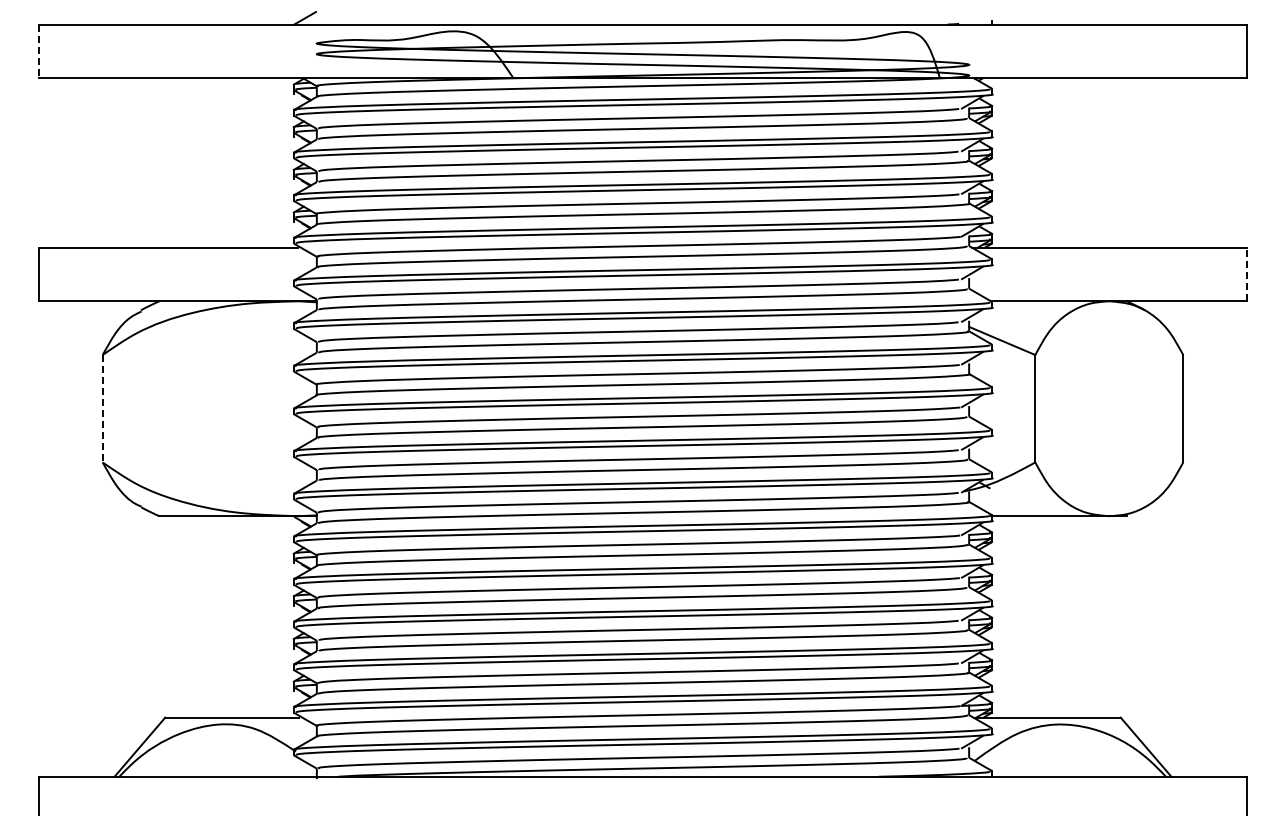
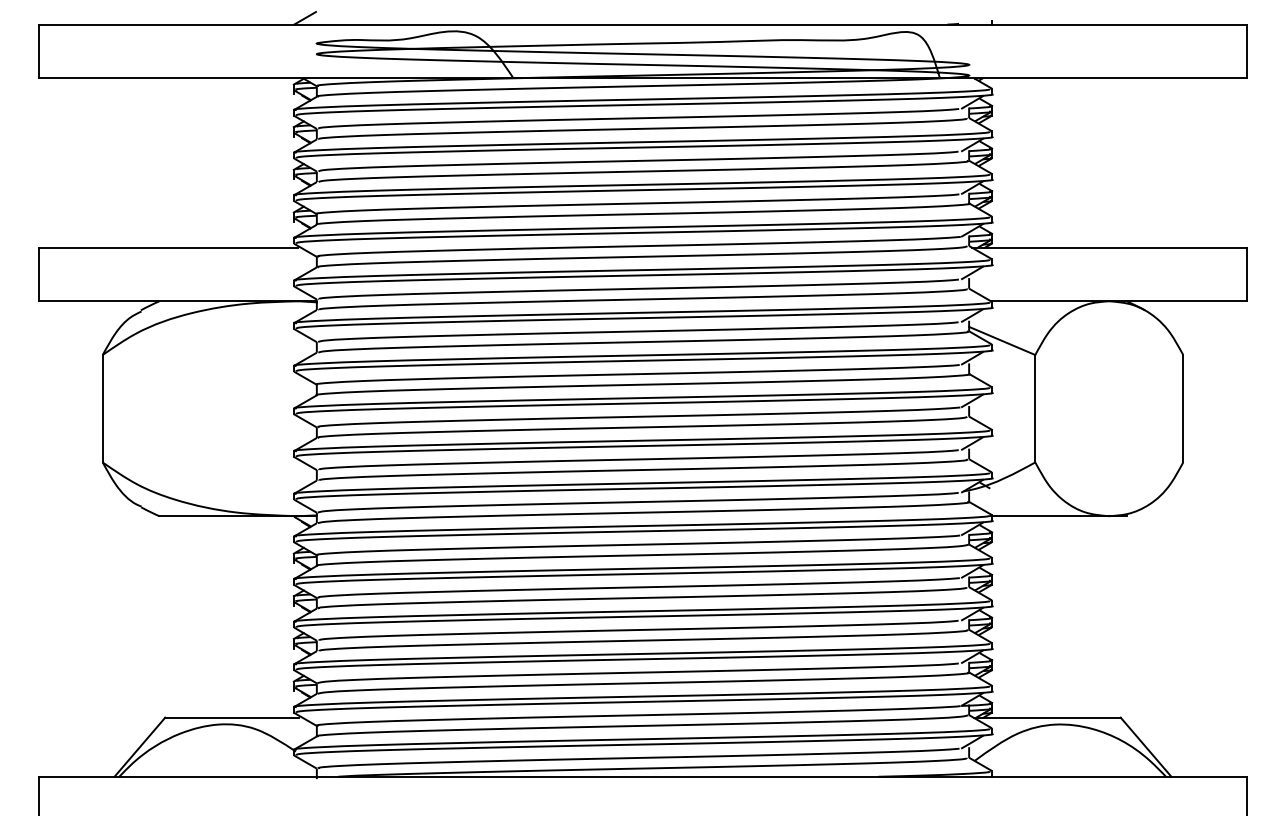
line at (38, 51): dashed -> solid
line at (1247, 274): dashed -> solid
line at (102, 408): dashed -> solid
